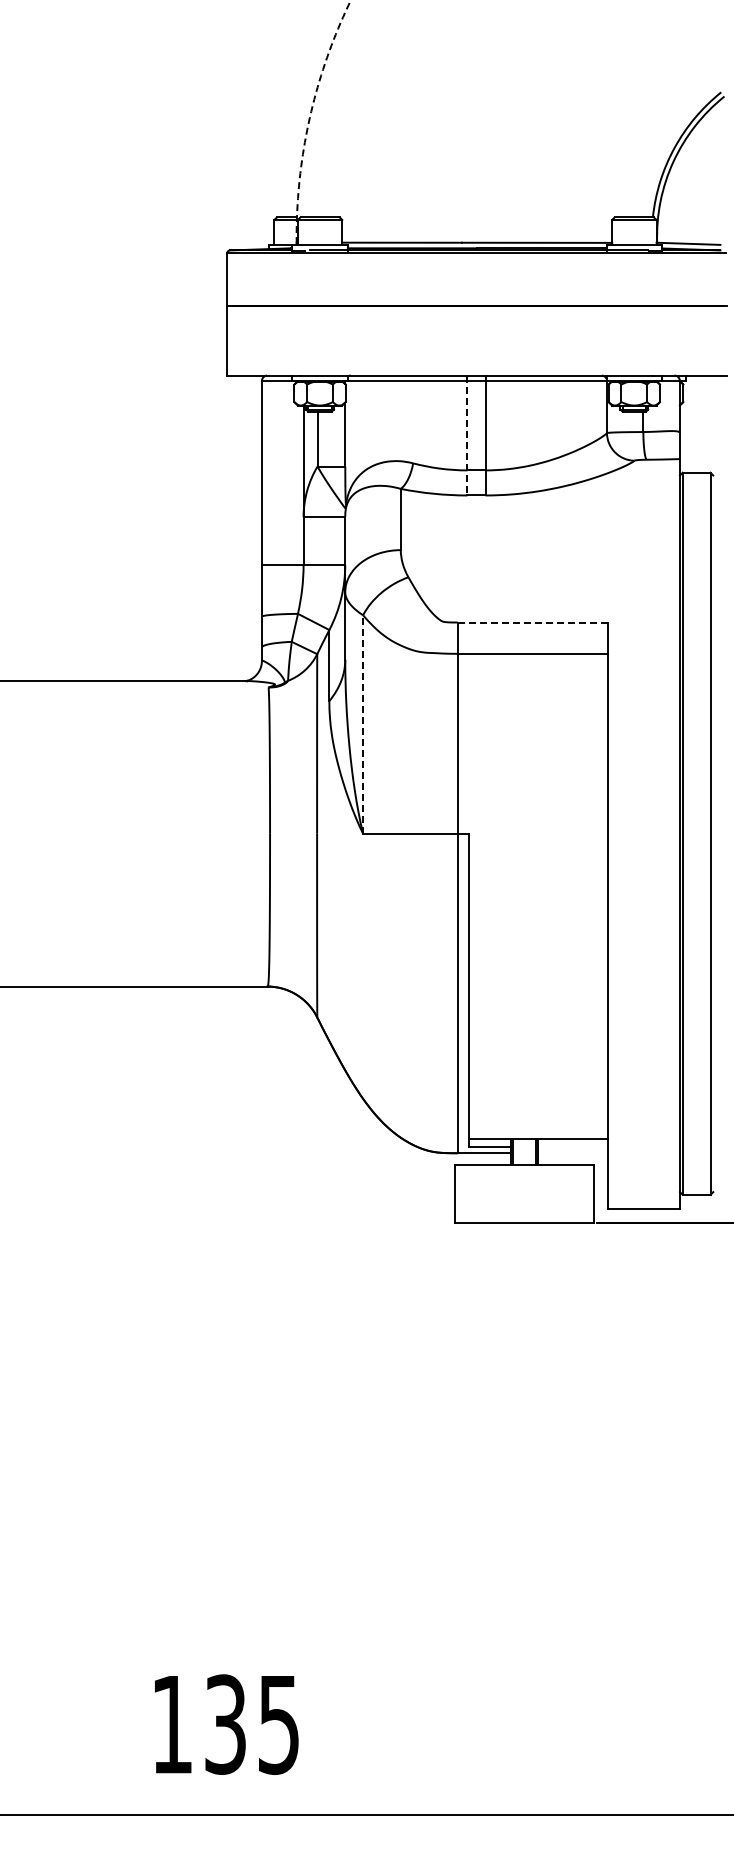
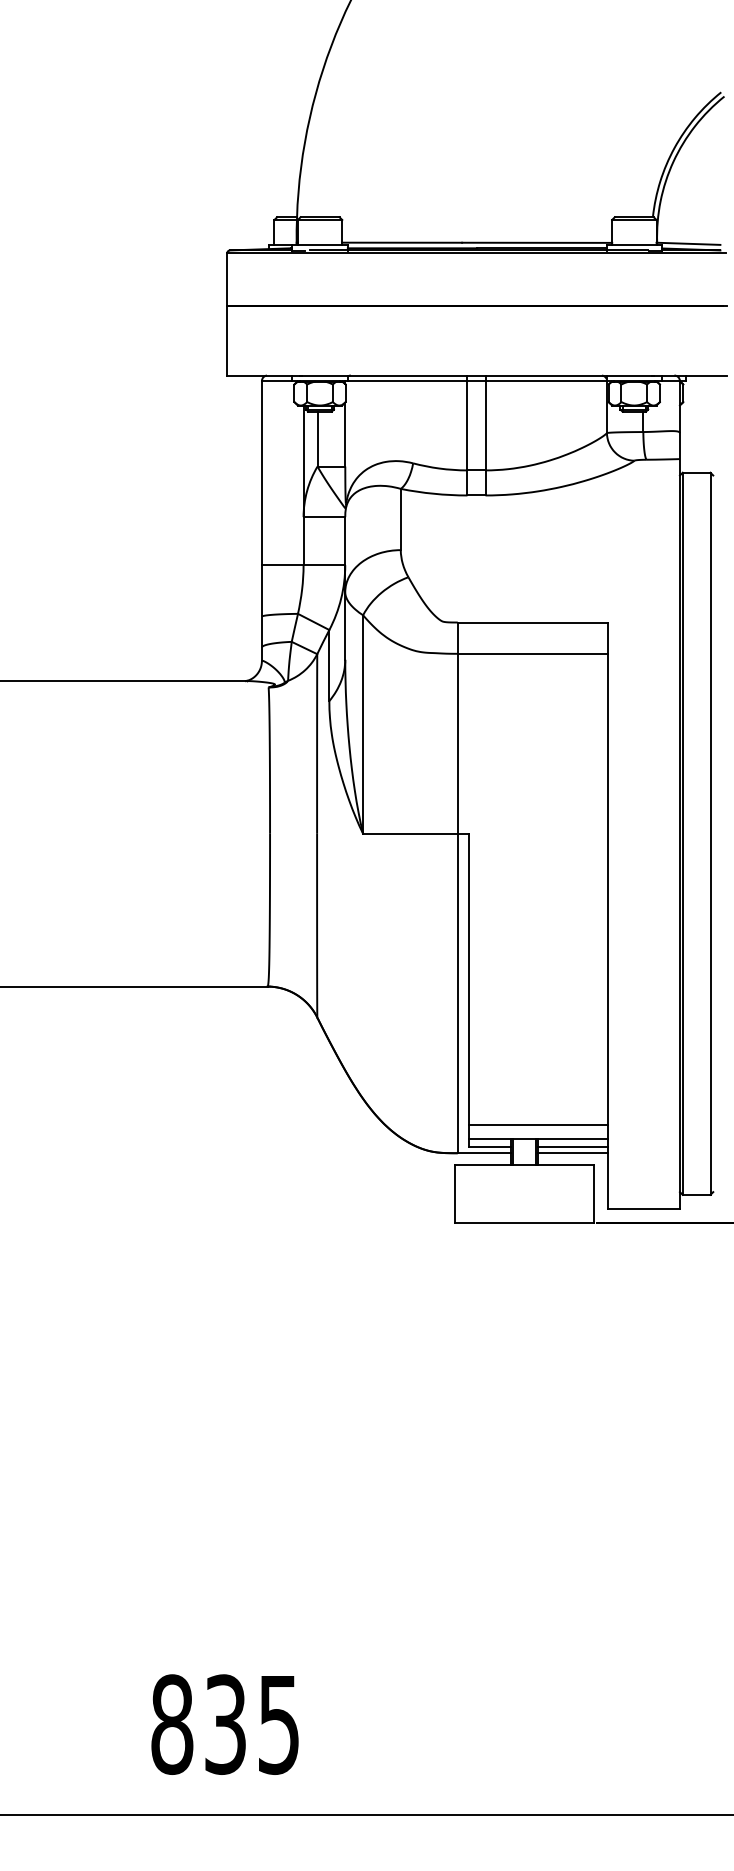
arc at (309, 119): dashed -> solid
line at (467, 435): dashed -> solid
line at (532, 622): dashed -> solid
line at (363, 724): dashed -> solid
line at (537, 1125): none -> present
line at (572, 1147): none -> present
line at (572, 1153): none -> present
text at (172, 1724): 135 -> 835
